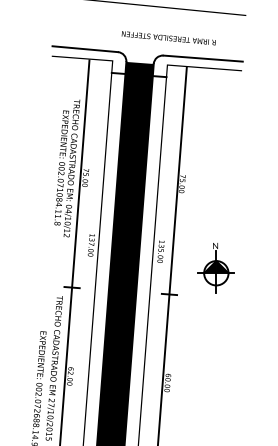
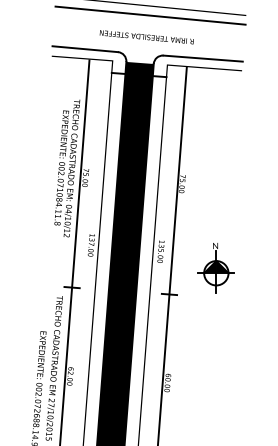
line at (150, 15): none -> present
text at (168, 38) position: (168, 38) -> (146, 37)
